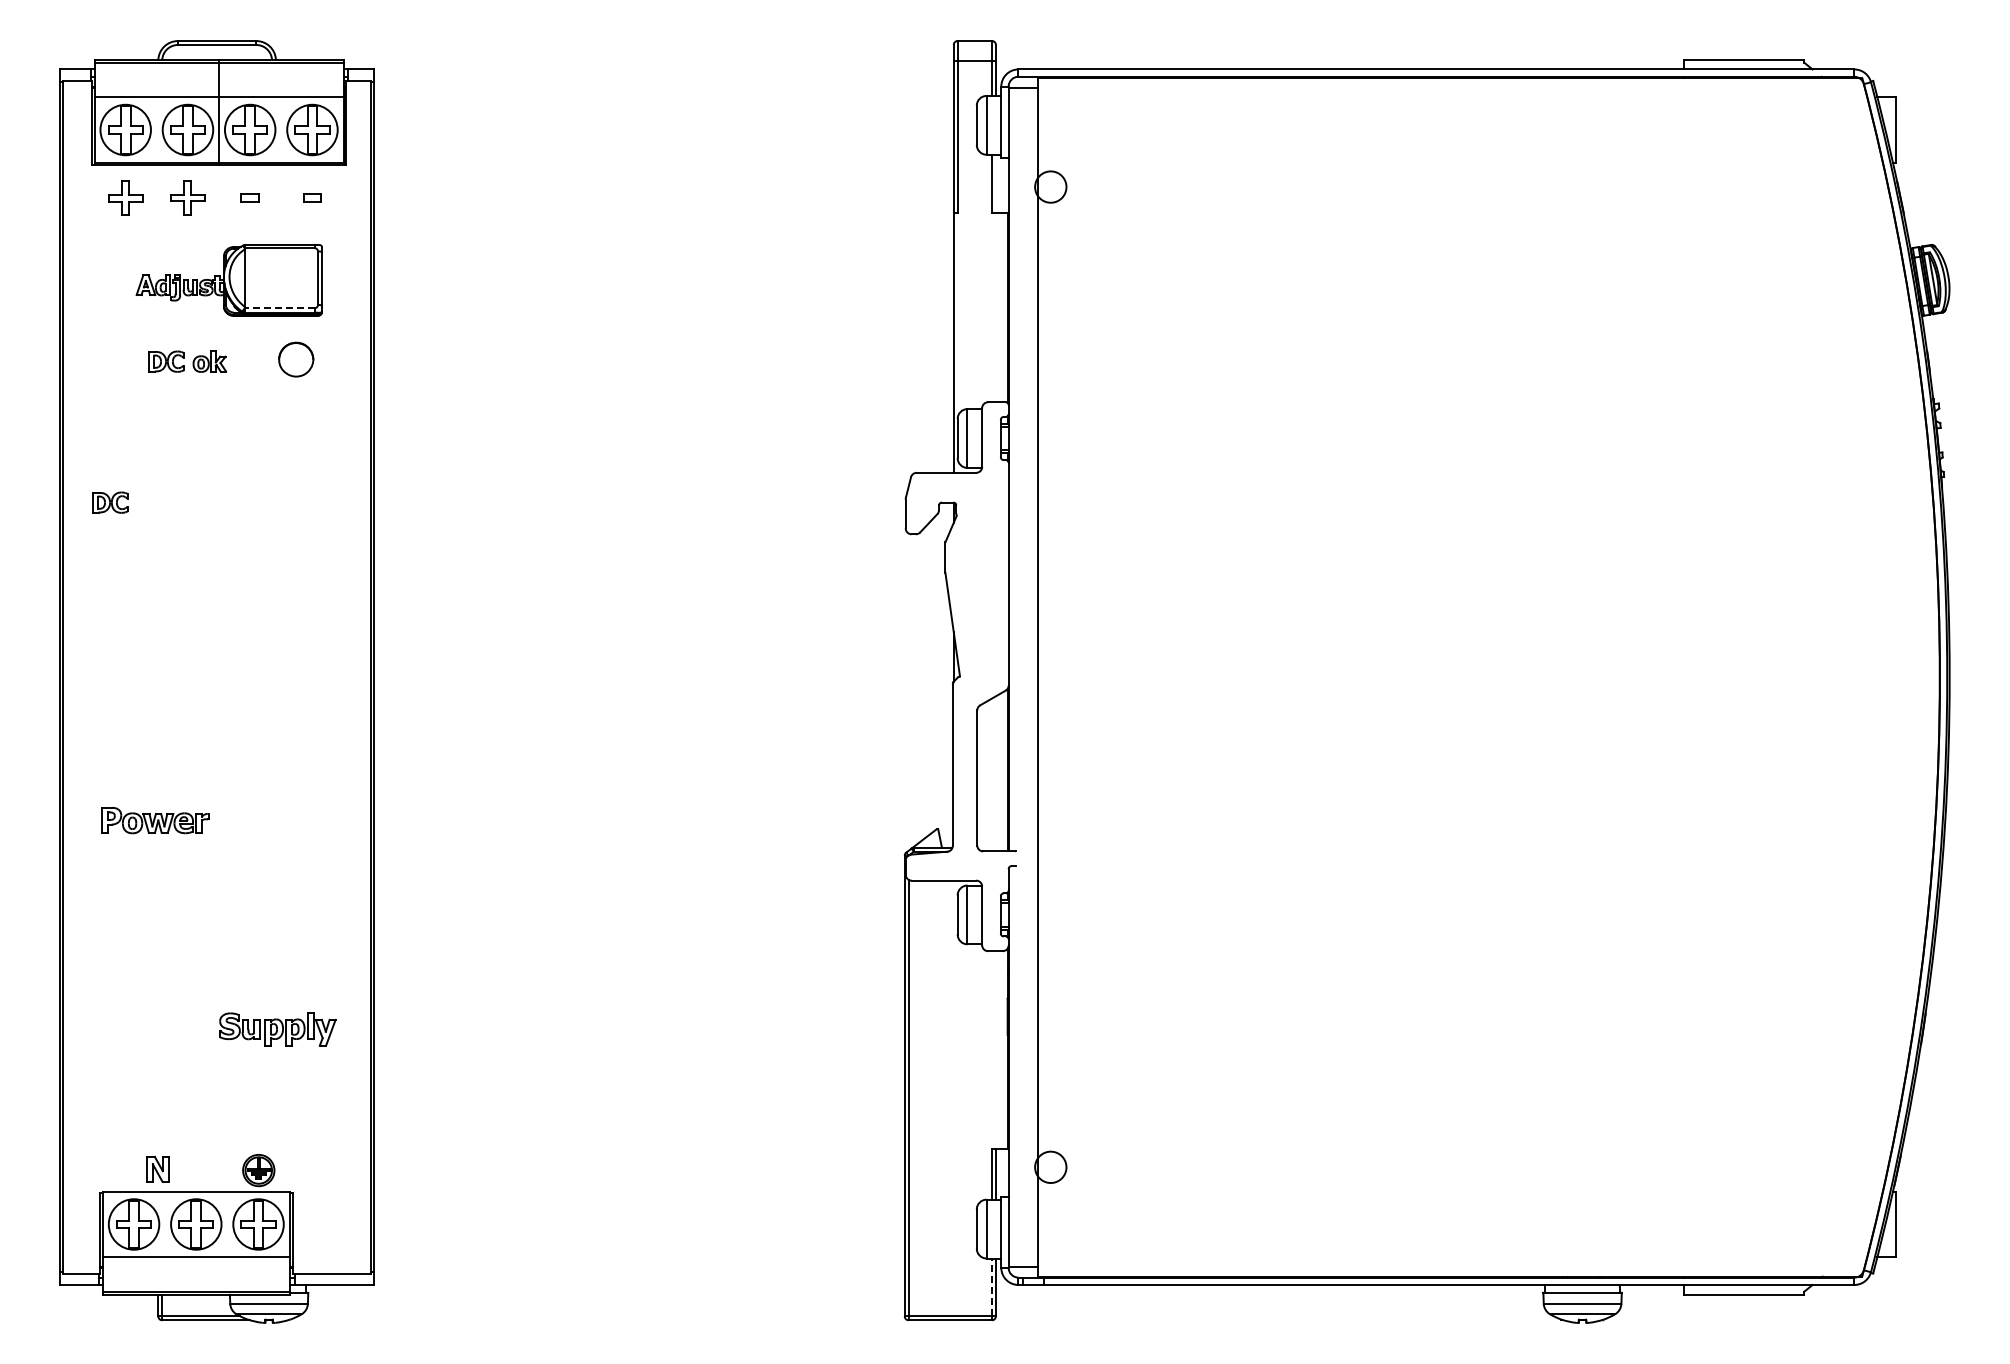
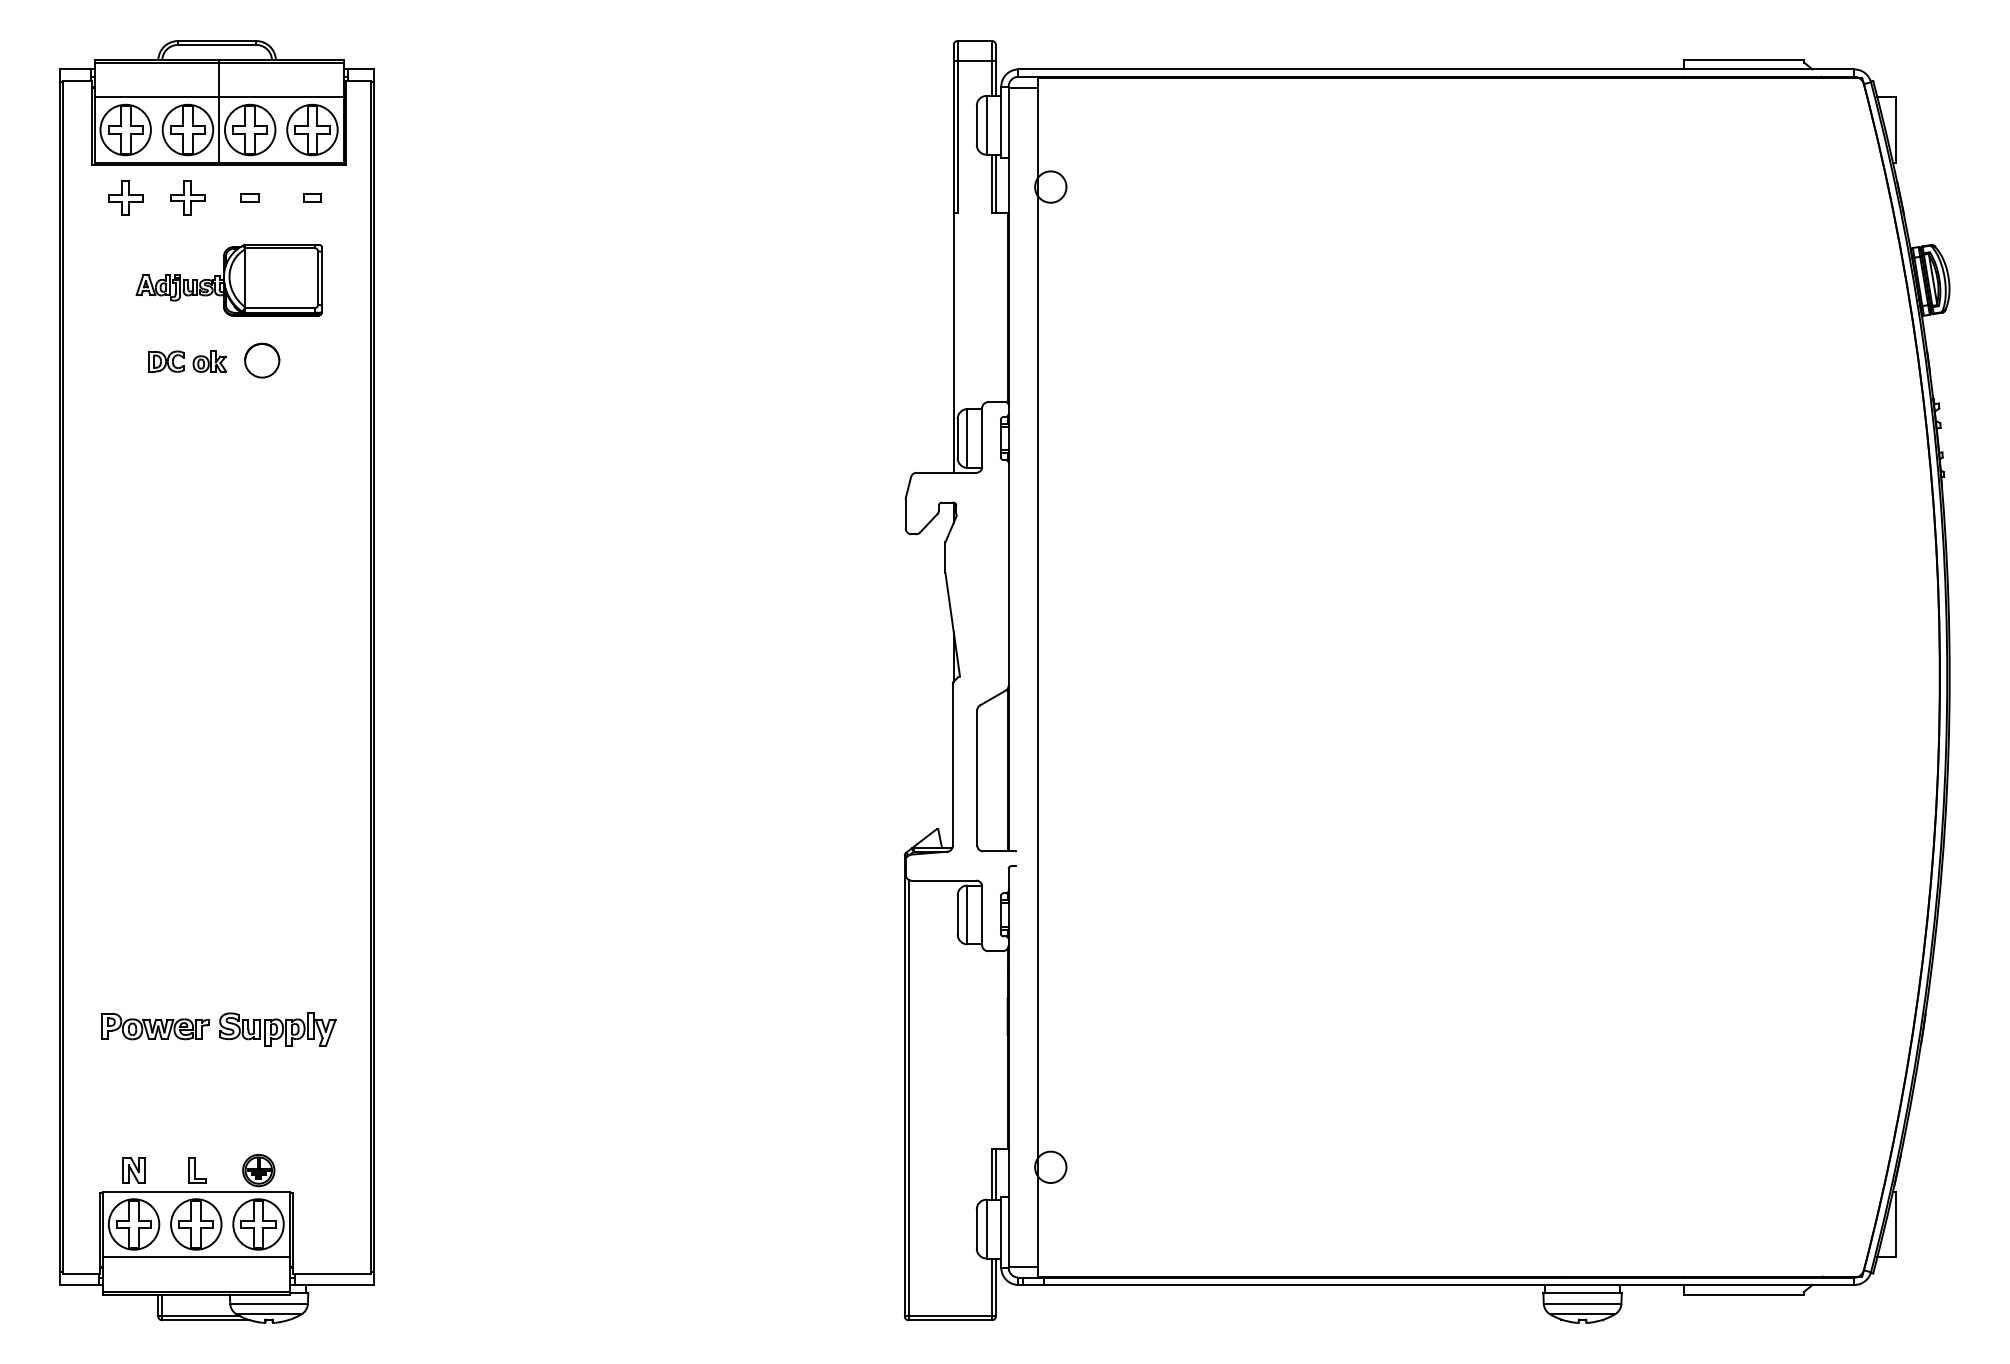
line at (995, 183): none -> present
line at (279, 308): dashed -> solid
part at (296, 359) position: (296, 359) -> (262, 360)
part at (110, 502): present -> none
part at (155, 820) position: (155, 820) -> (155, 1026)
part at (157, 1168) position: (157, 1168) -> (133, 1169)
part at (197, 1170): none -> present
line at (991, 1287): dashed -> solid
